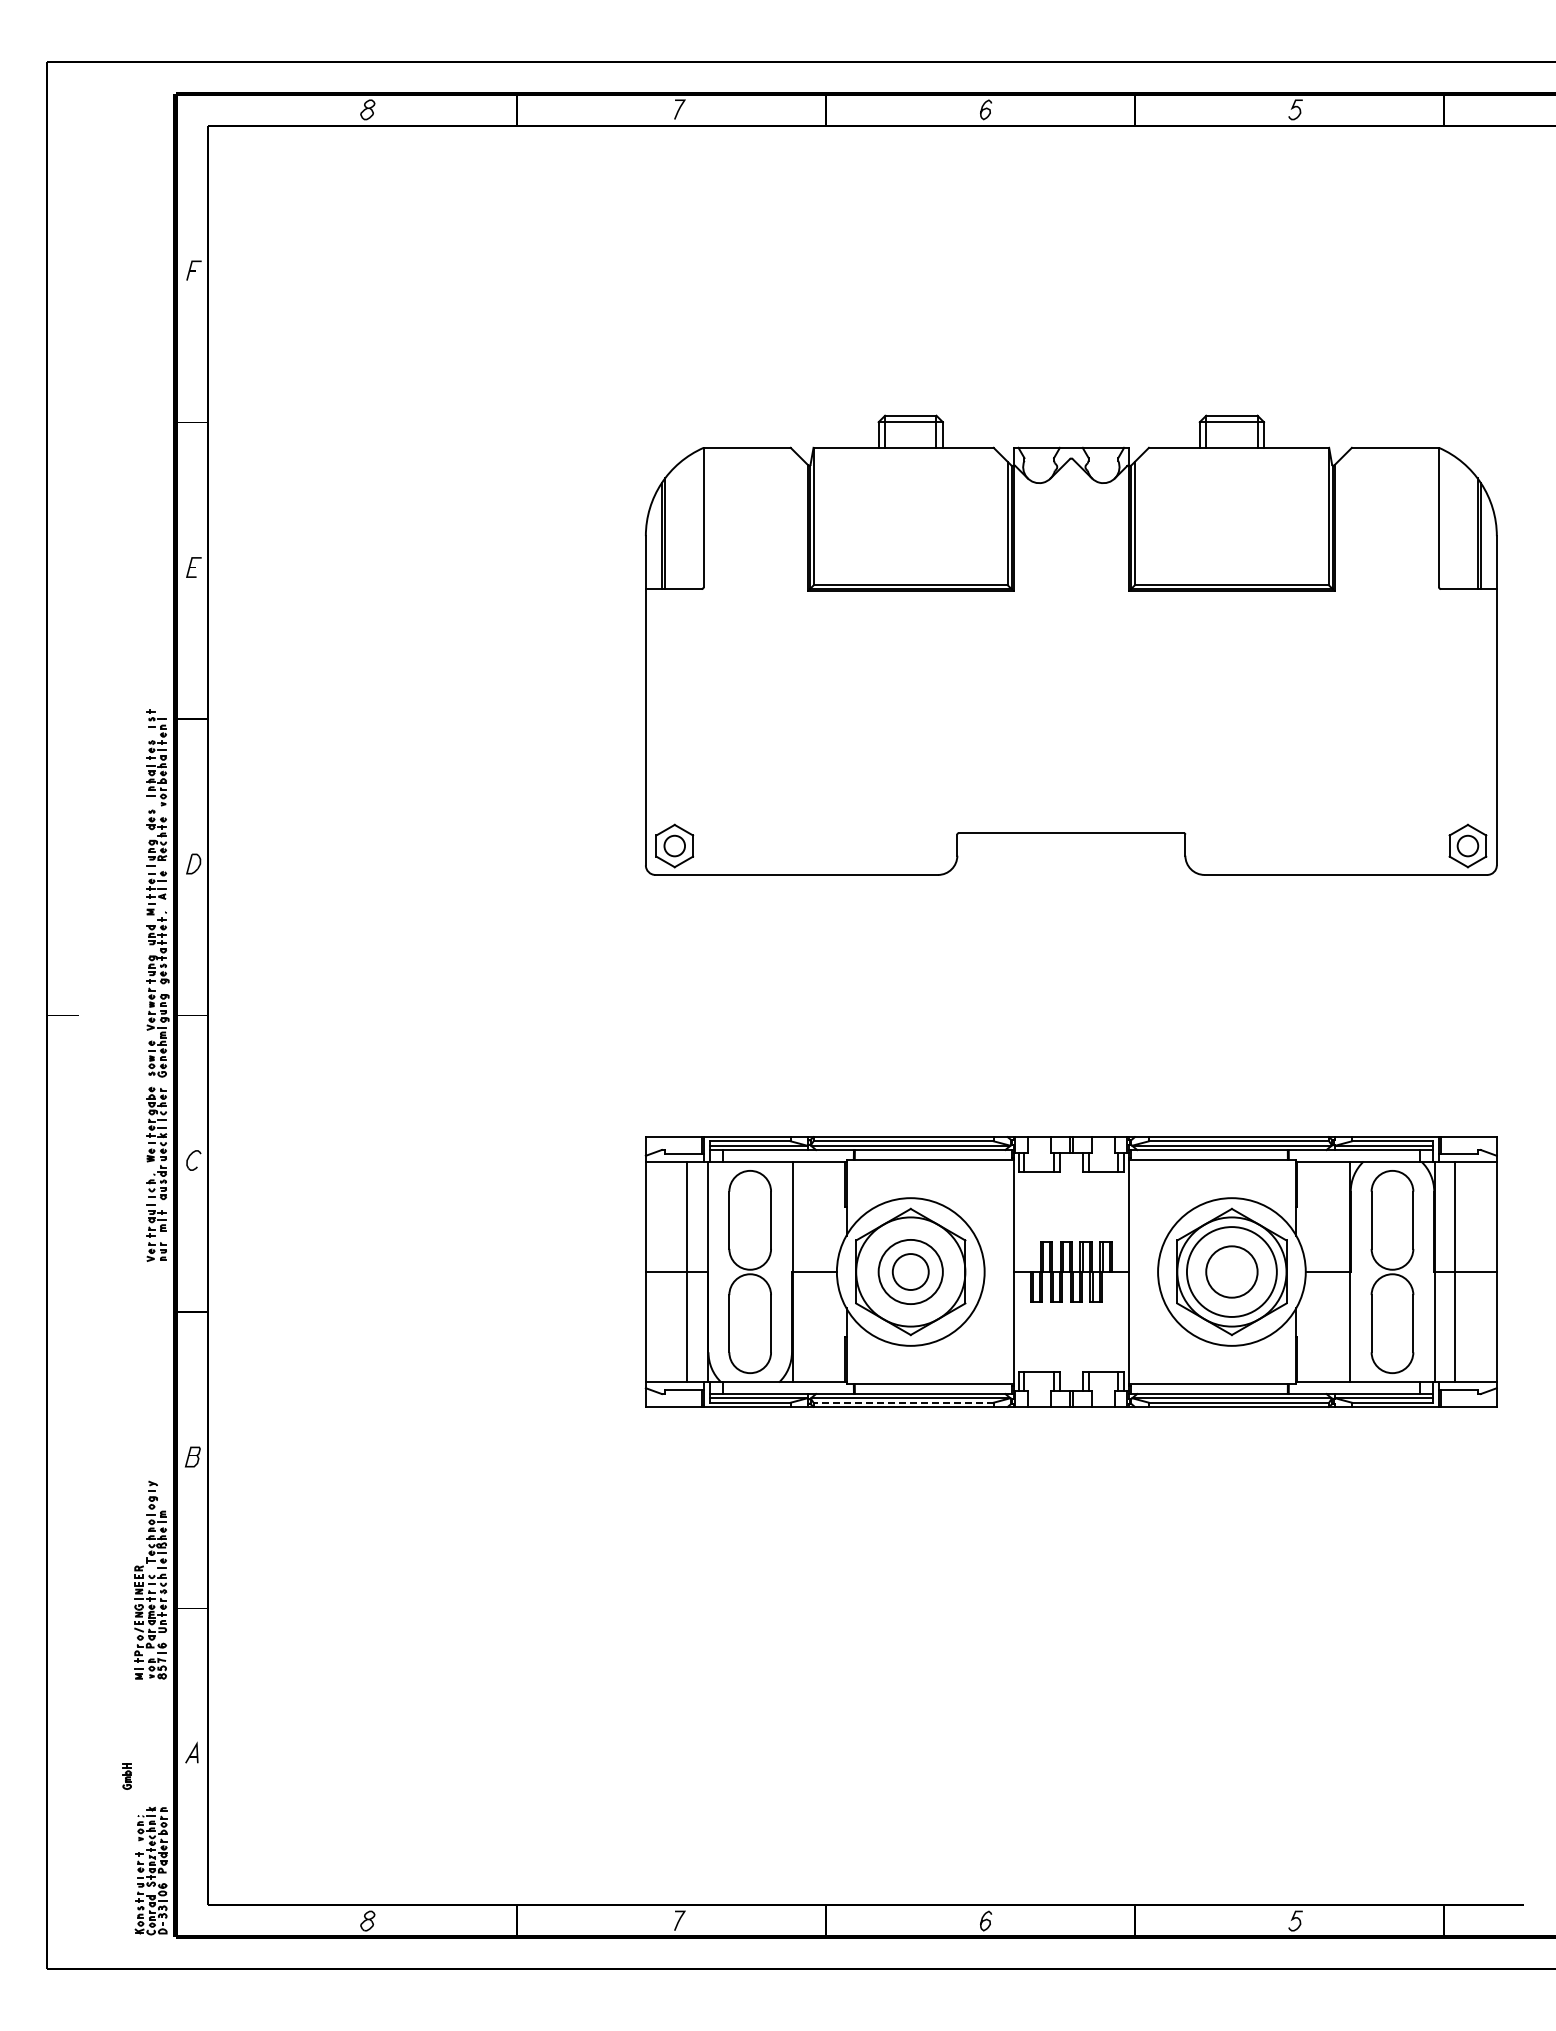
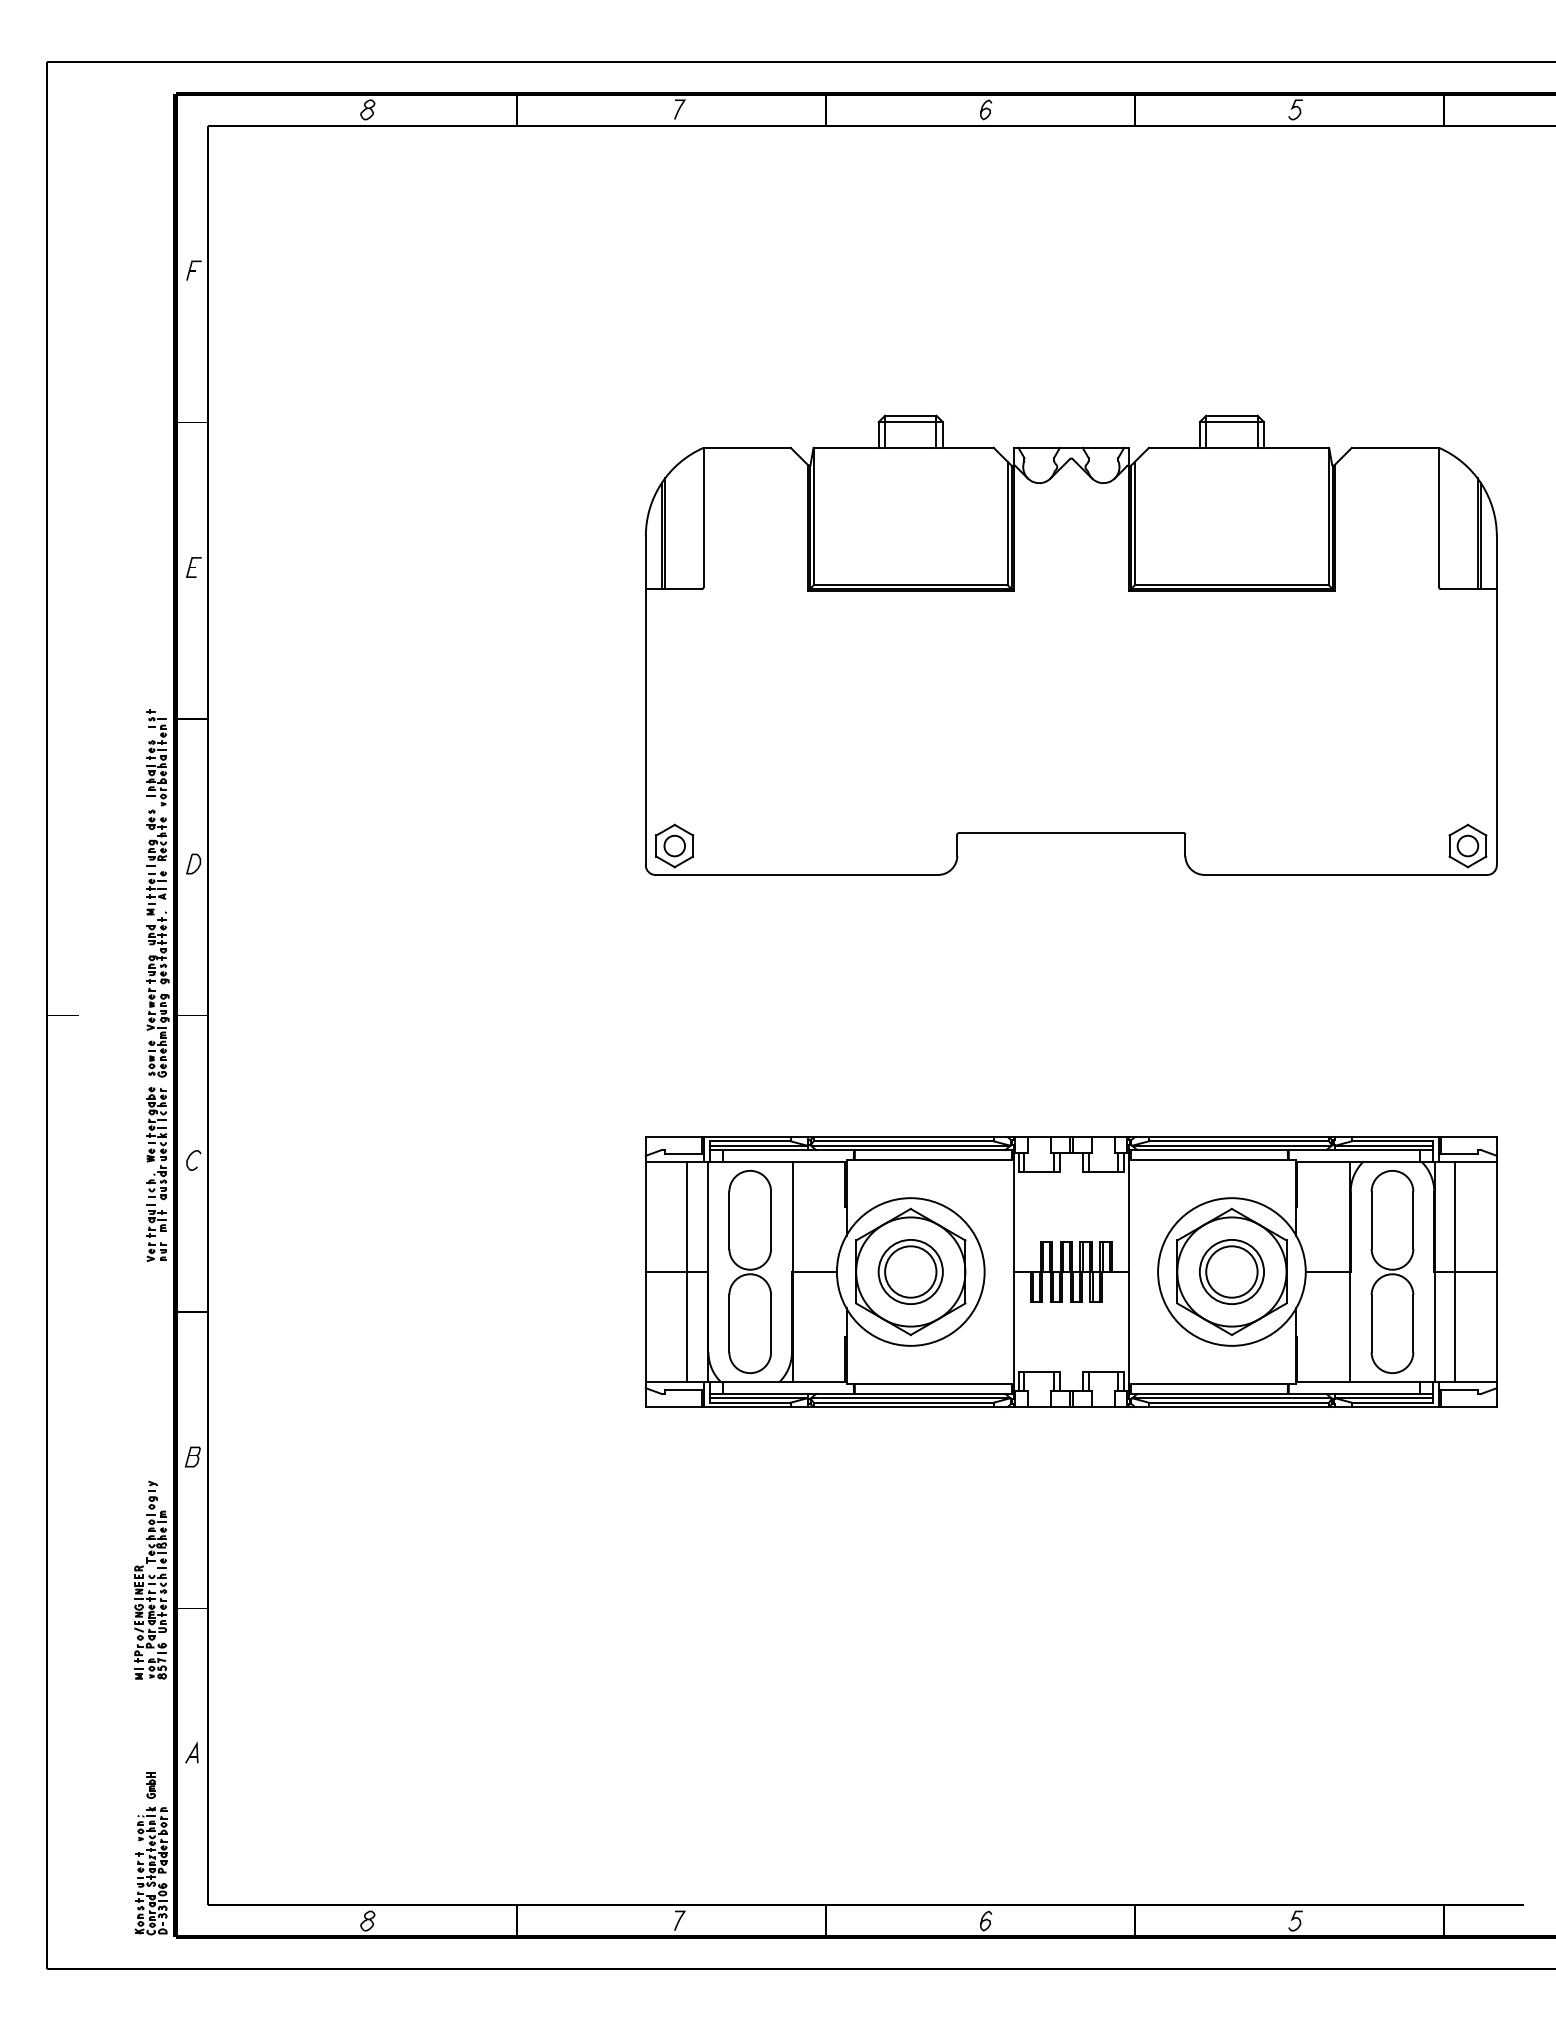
circle at (1231, 1271) diameter: 90 px -> 64 px
circle at (910, 1272) diameter: 36 px -> 51 px
line at (903, 1402): dashed -> solid
part at (126, 1776) position: (126, 1776) -> (150, 1785)
